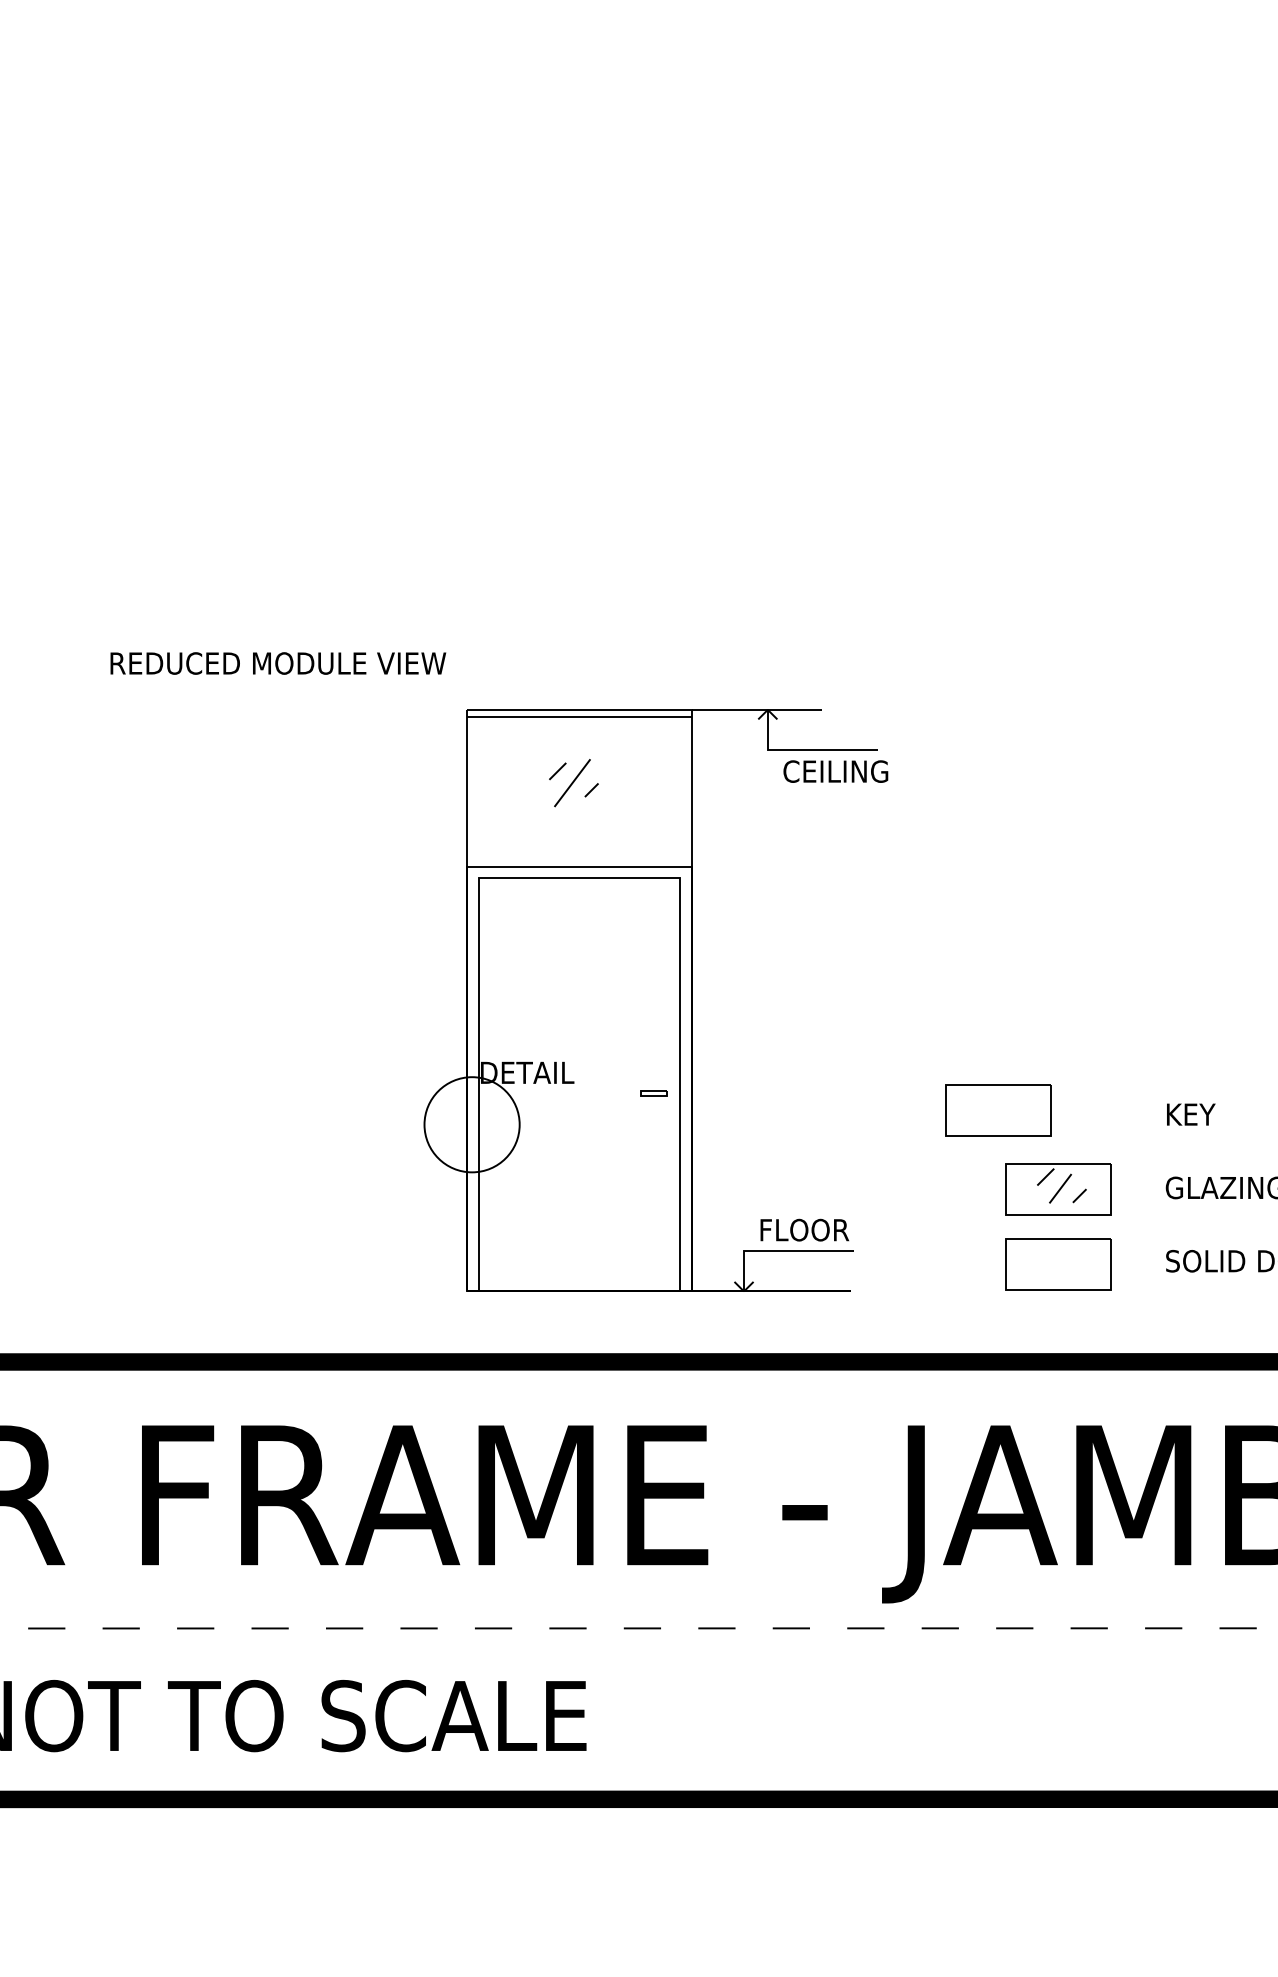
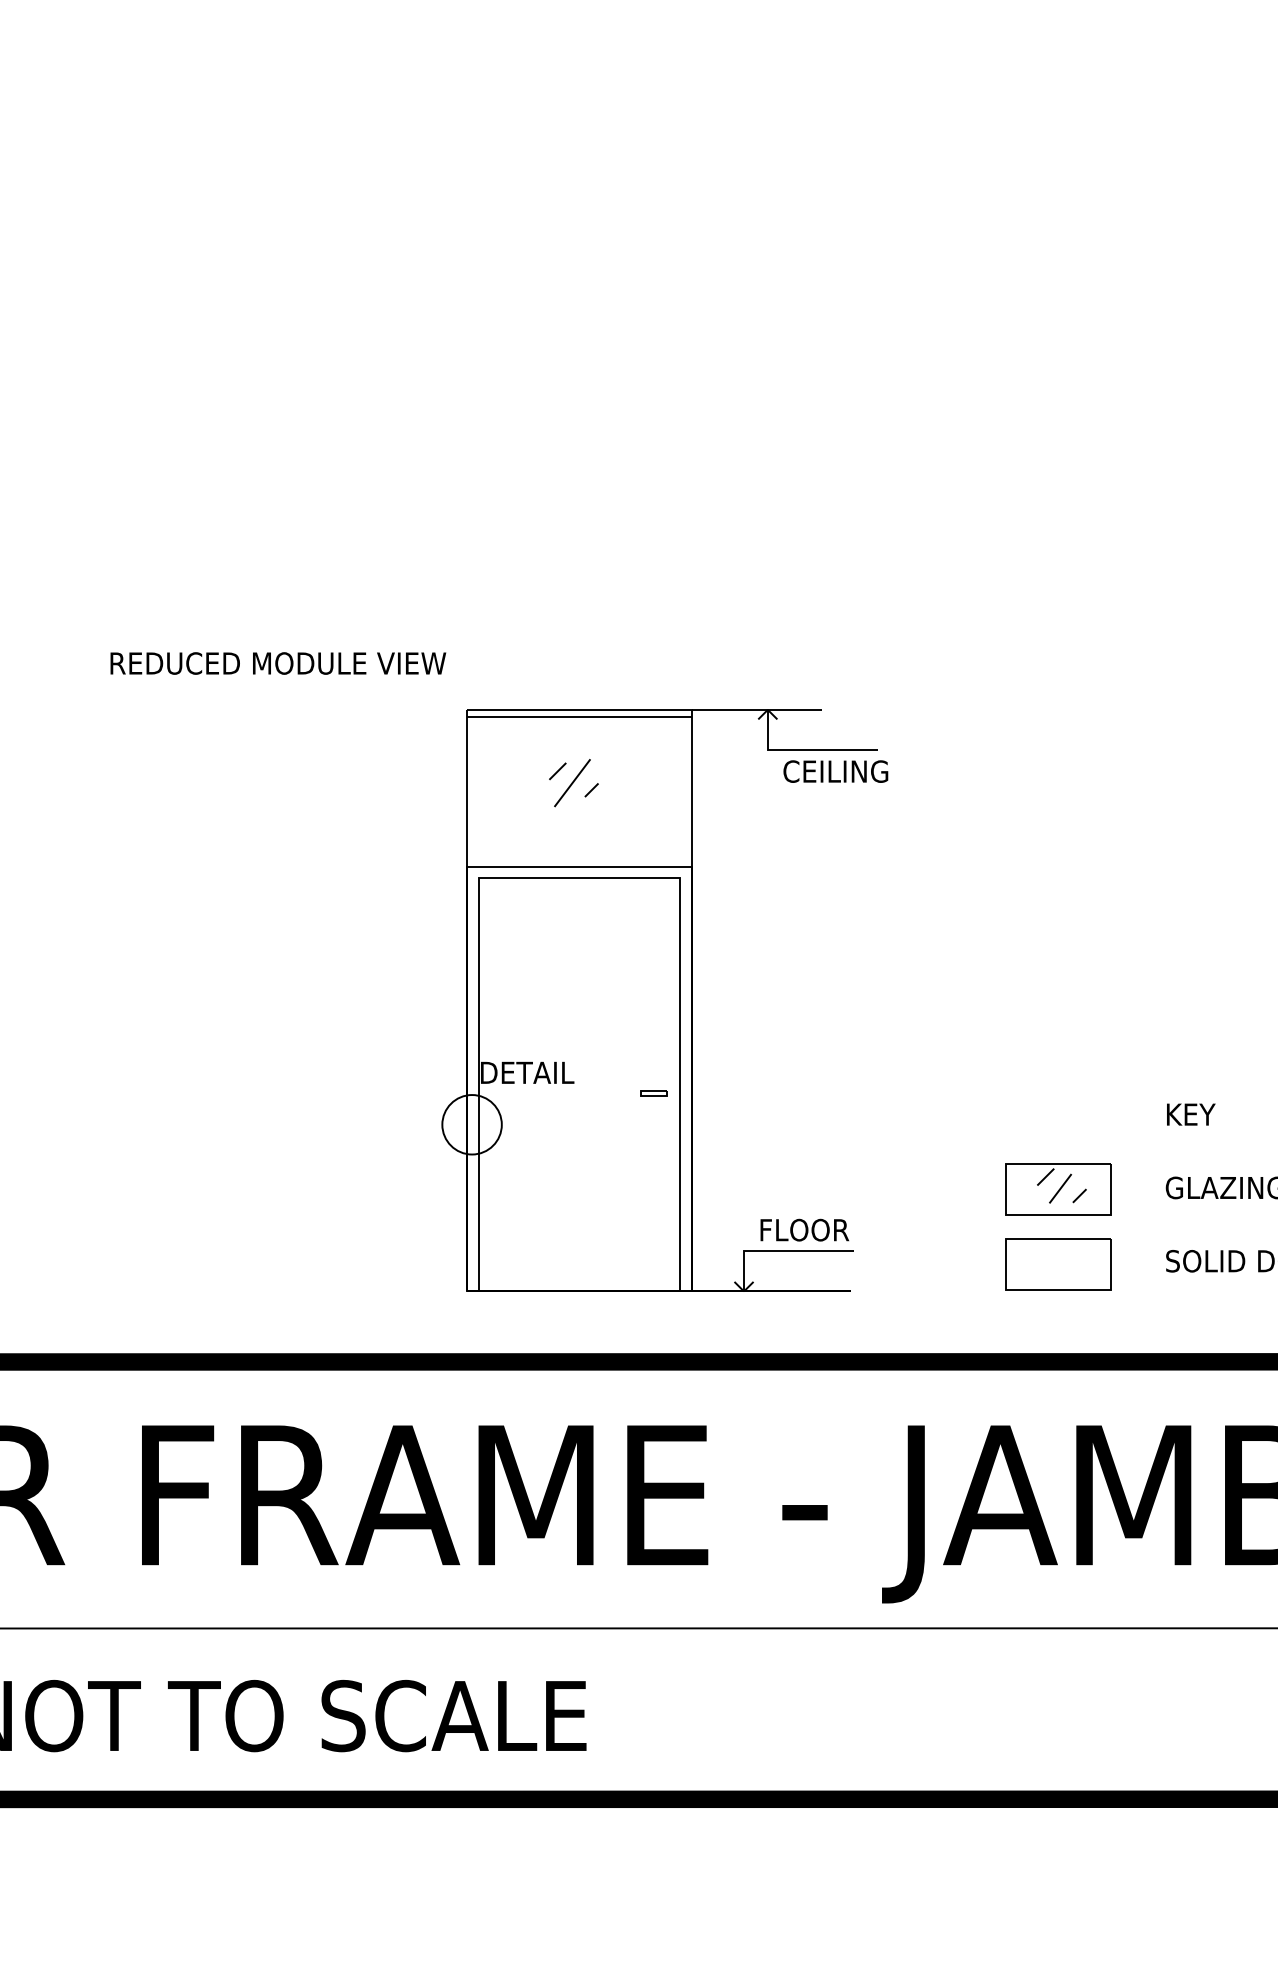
part at (998, 1110): present -> none
circle at (471, 1124) diameter: 95 px -> 59 px
line at (639, 1628): dashed -> solid
